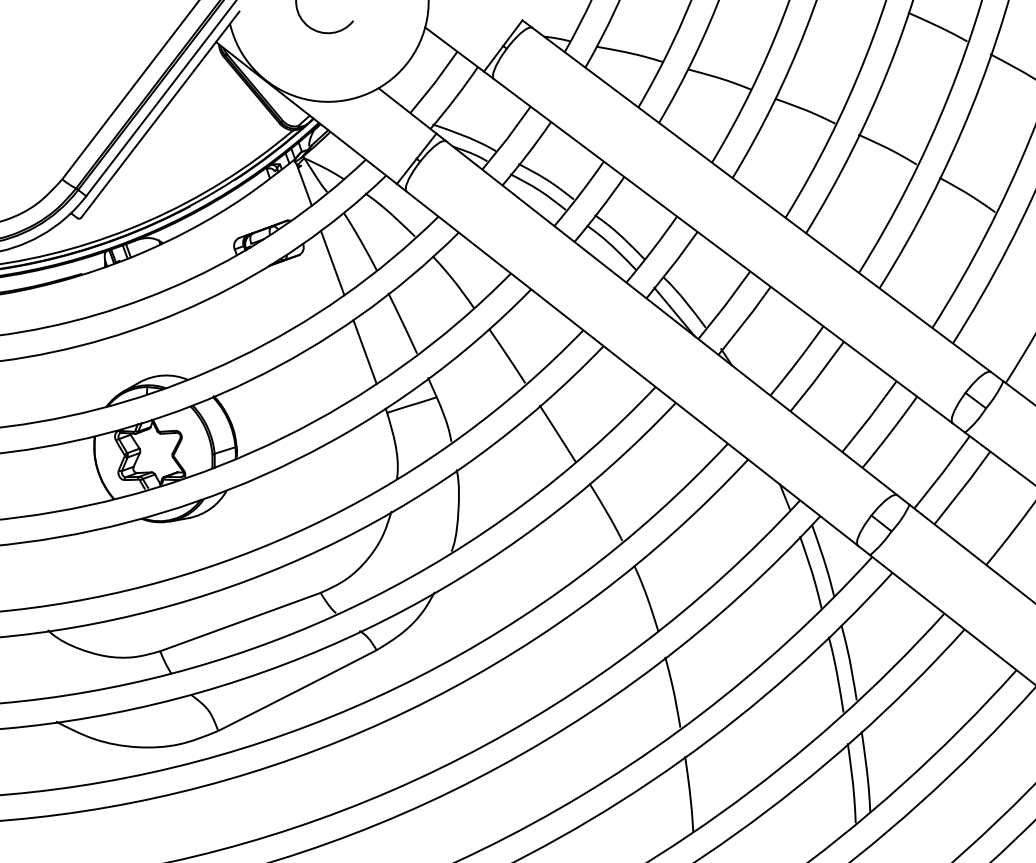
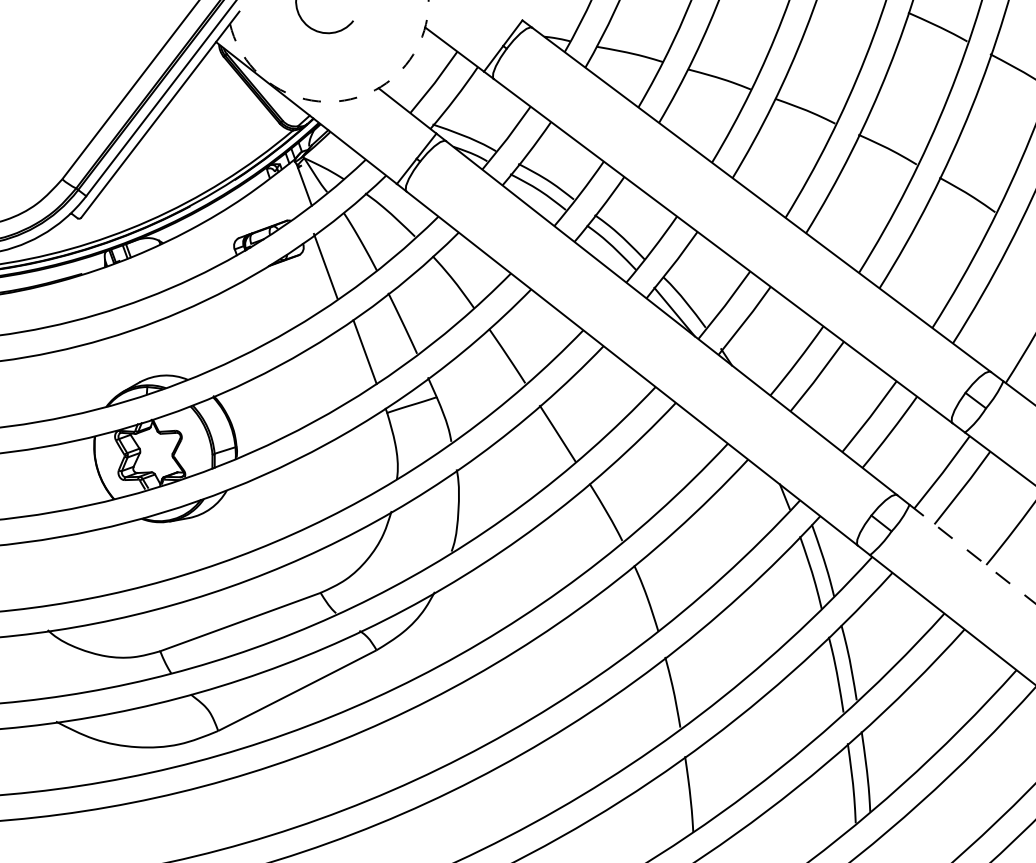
arc at (340, 101): solid -> dashed
line at (332, 262) position: (332, 262) -> (325, 265)
line at (972, 554): solid -> dashed
